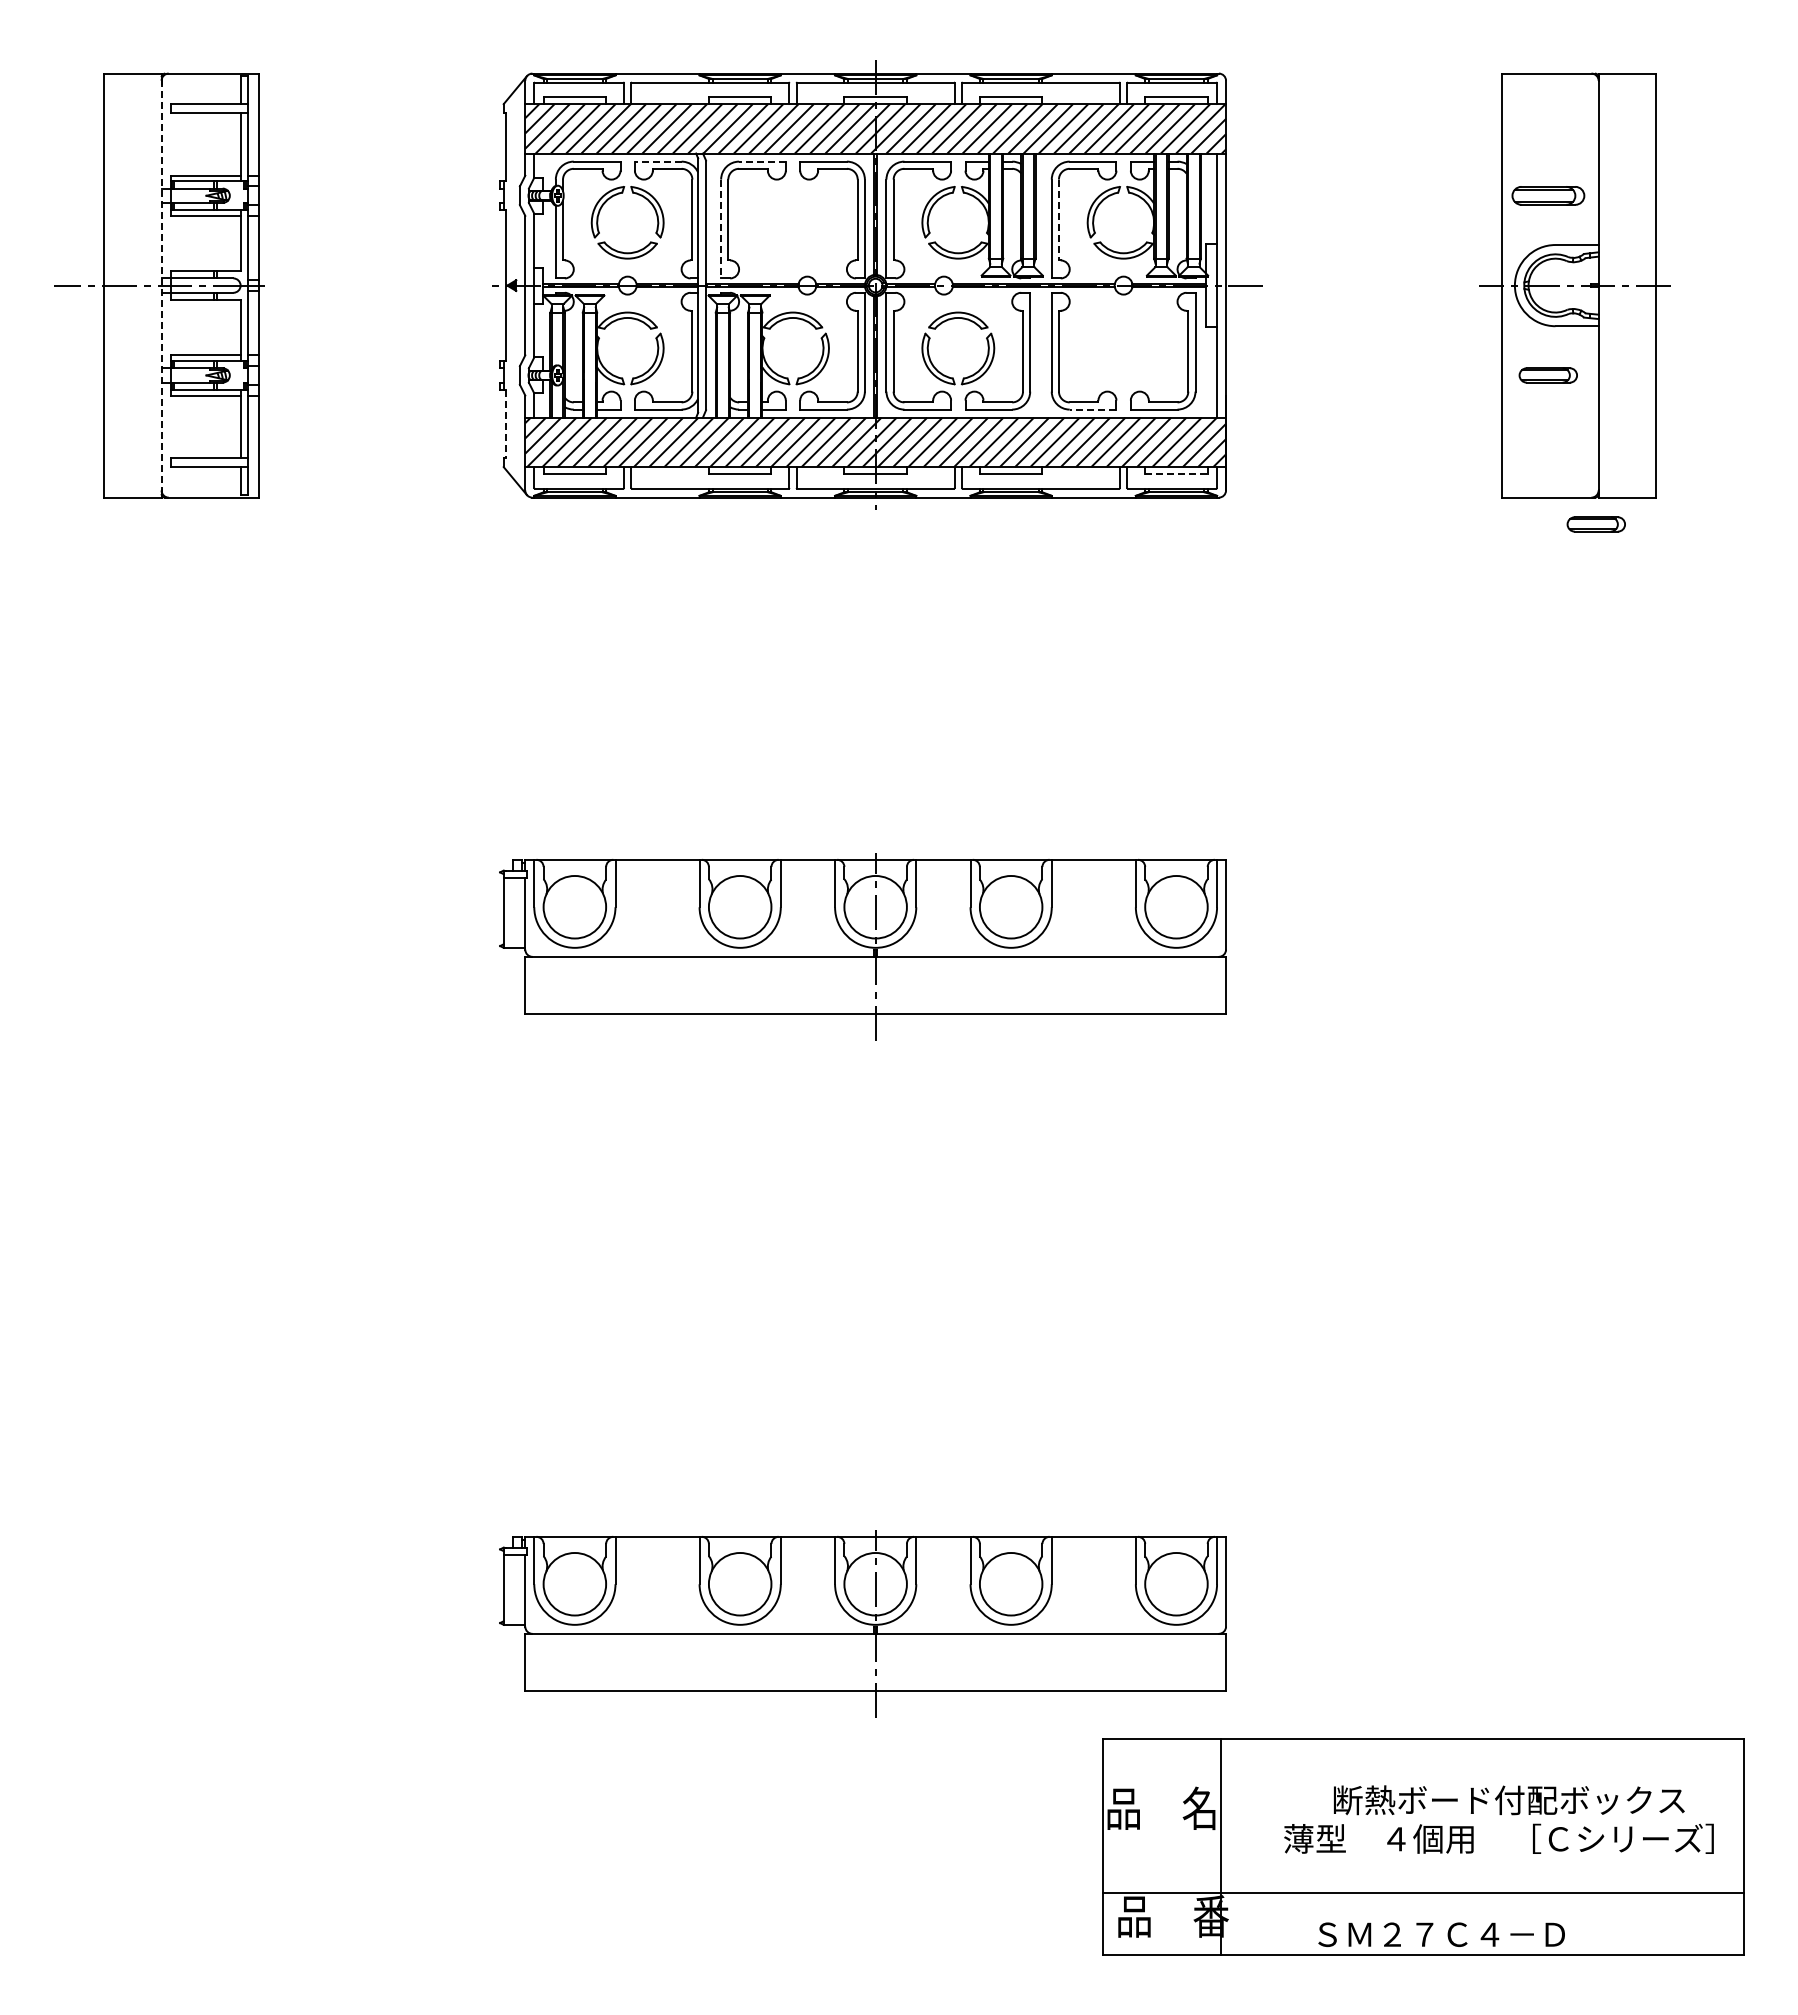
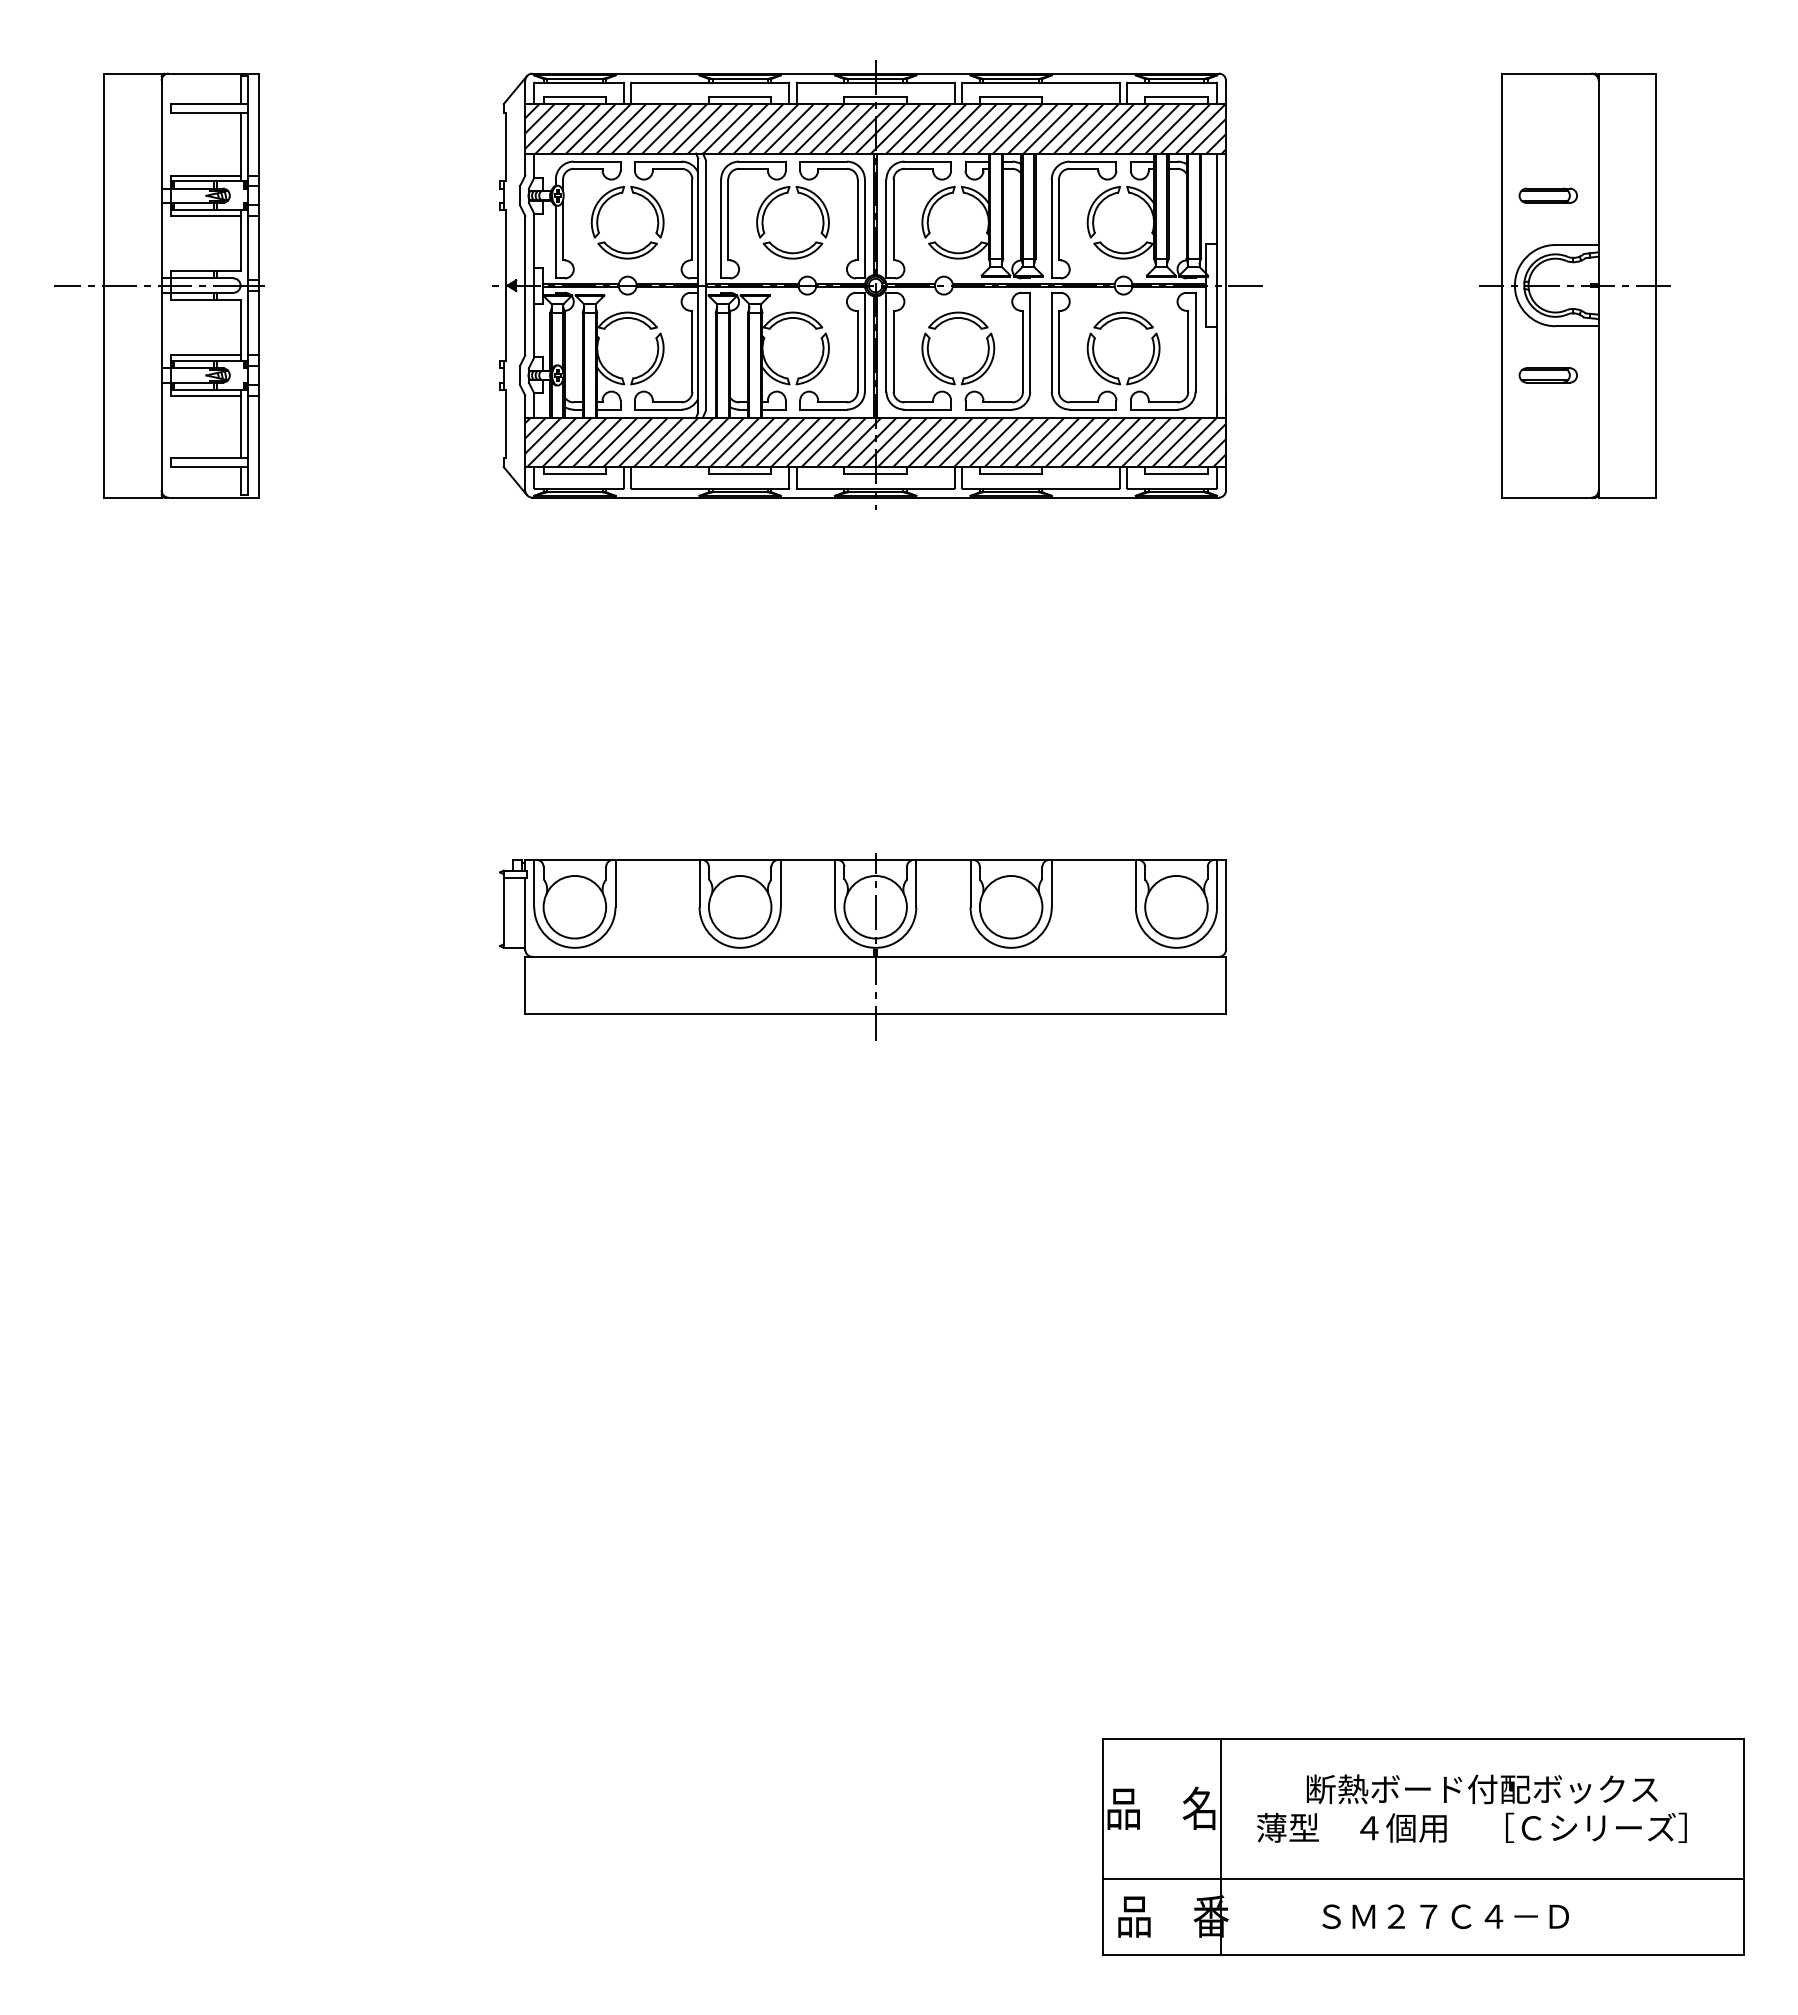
line at (657, 161): dashed -> solid
line at (761, 161): dashed -> solid
part at (1548, 195) size: 75x20 px -> 60x17 px
part at (767, 208): none -> present
line at (1058, 220): dashed -> solid
line at (721, 229): dashed -> solid
line at (161, 285): dashed -> solid
part at (1094, 349): none -> present
line at (1092, 409): dashed -> solid
line at (505, 424): dashed -> solid
line at (1176, 474): dashed -> solid
part at (1595, 524): present -> none
part at (862, 1623): present -> none
text at (1498, 1819) position: (1498, 1819) -> (1471, 1808)
line at (1423, 1893) position: (1423, 1893) -> (1423, 1879)
text at (1441, 1934) position: (1441, 1934) -> (1445, 1916)
